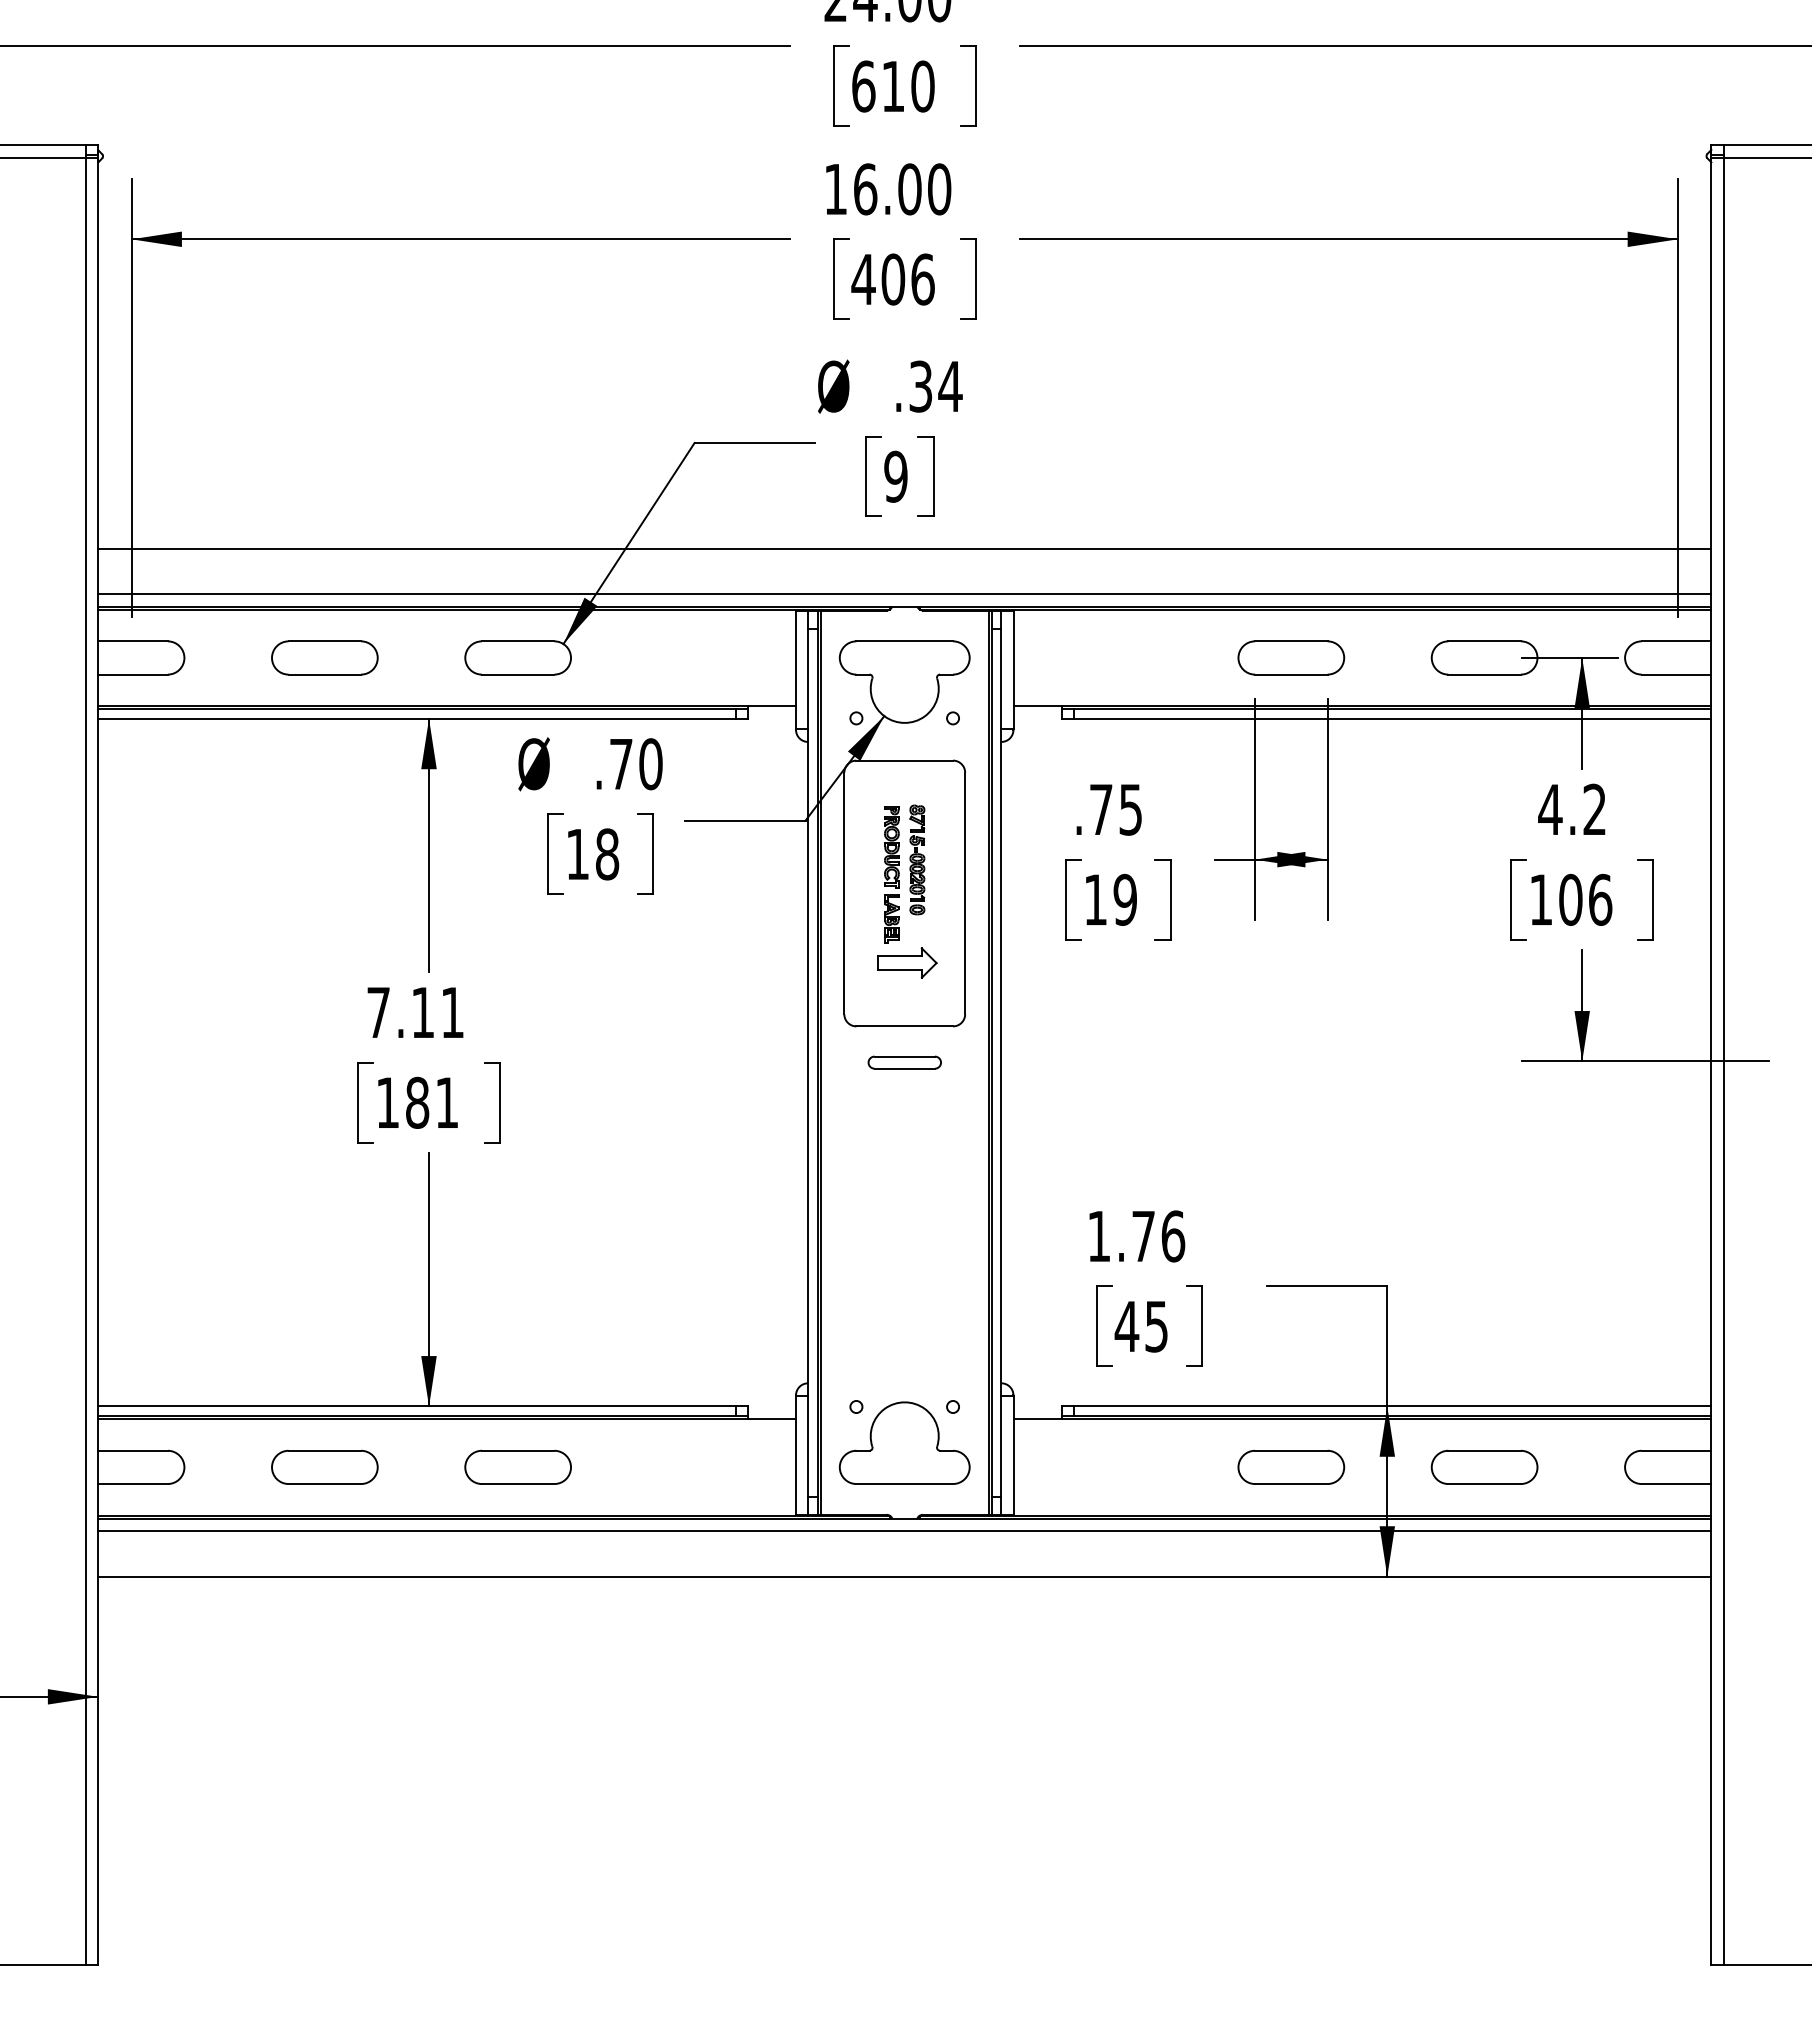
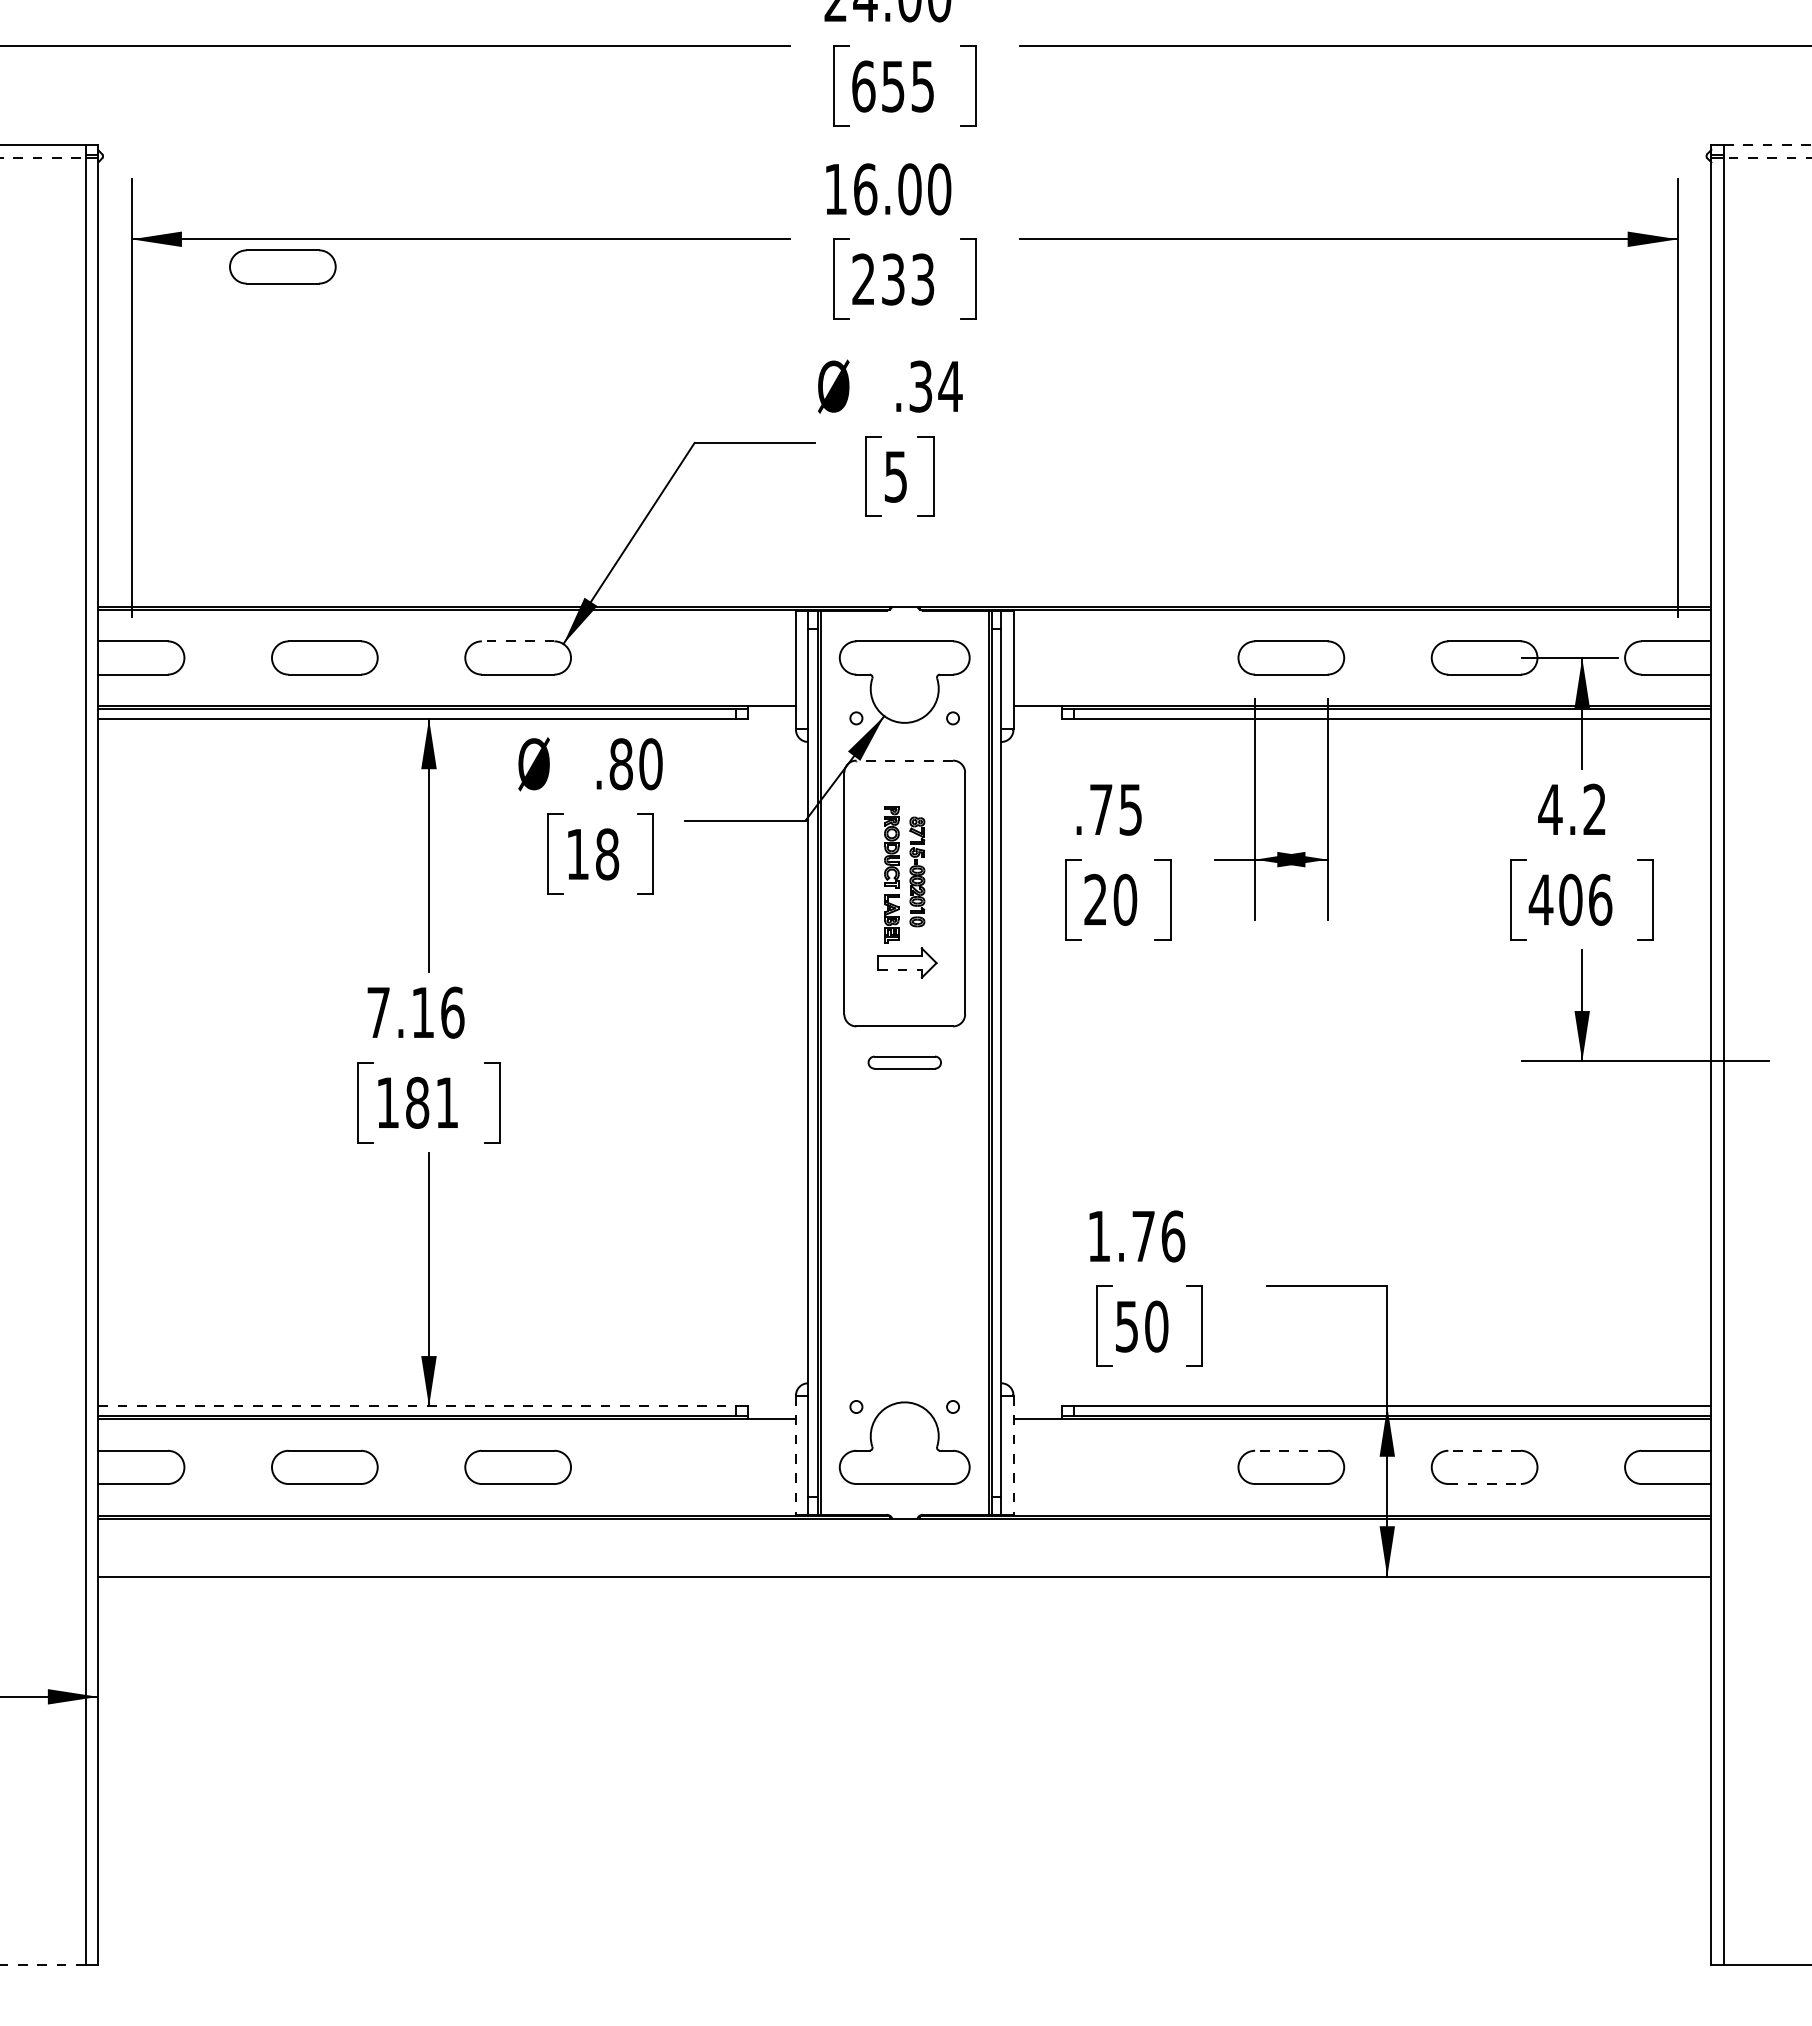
text at (908, 86): 610 -> 655
line at (1767, 145): solid -> dashed
line at (42, 157): solid -> dashed
line at (1767, 157): solid -> dashed
part at (282, 266): none -> present
text at (892, 279): 406 -> 233
text at (895, 476): 9 -> 5
line at (904, 548): present -> none
line at (904, 594): present -> none
line at (517, 641): solid -> dashed
line at (904, 760): solid -> dashed
text at (620, 764): .70 -> .80
part at (917, 859) position: (917, 859) -> (917, 871)
text at (1110, 899): 19 -> 20
text at (1540, 899): 106 -> 406
line at (900, 969): solid -> dashed
text at (452, 1012): 7.11 -> 7.16
text at (1141, 1326): 45 -> 50
line at (416, 1406): solid -> dashed
line at (1290, 1450): solid -> dashed
line at (1484, 1450): solid -> dashed
line at (795, 1455): solid -> dashed
line at (1013, 1455): solid -> dashed
line at (1485, 1483): solid -> dashed
line at (904, 1531): present -> none
line at (42, 1965): solid -> dashed
